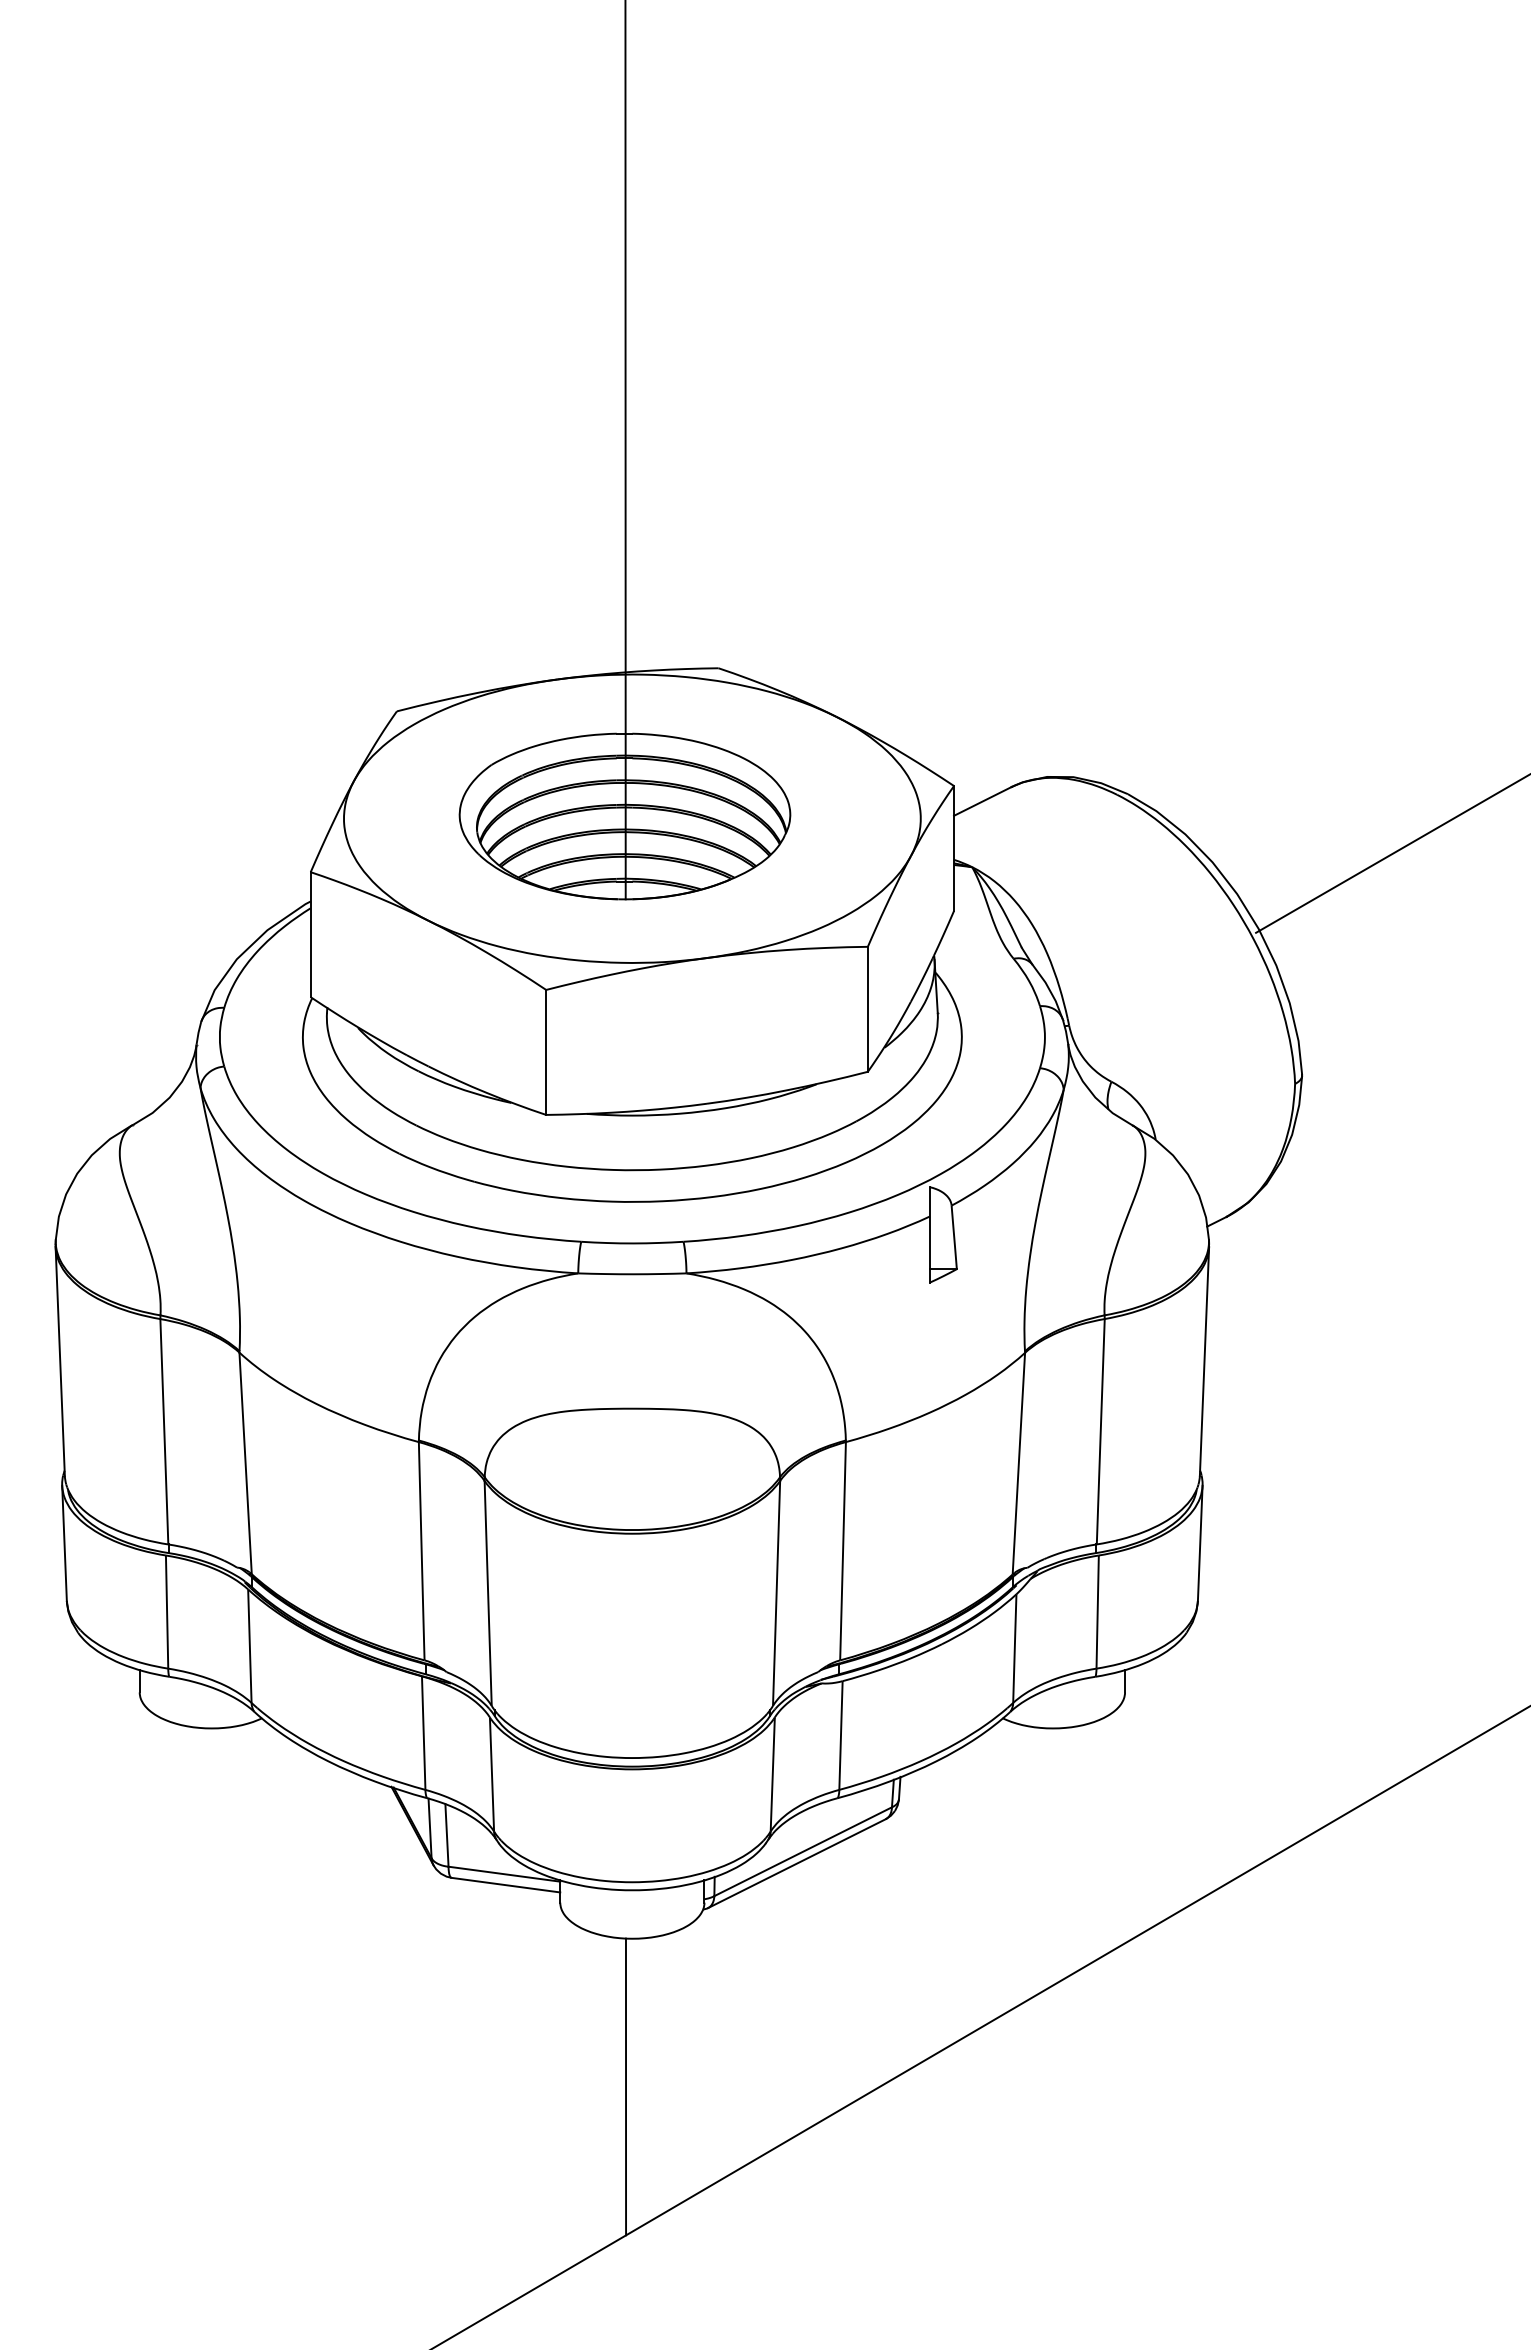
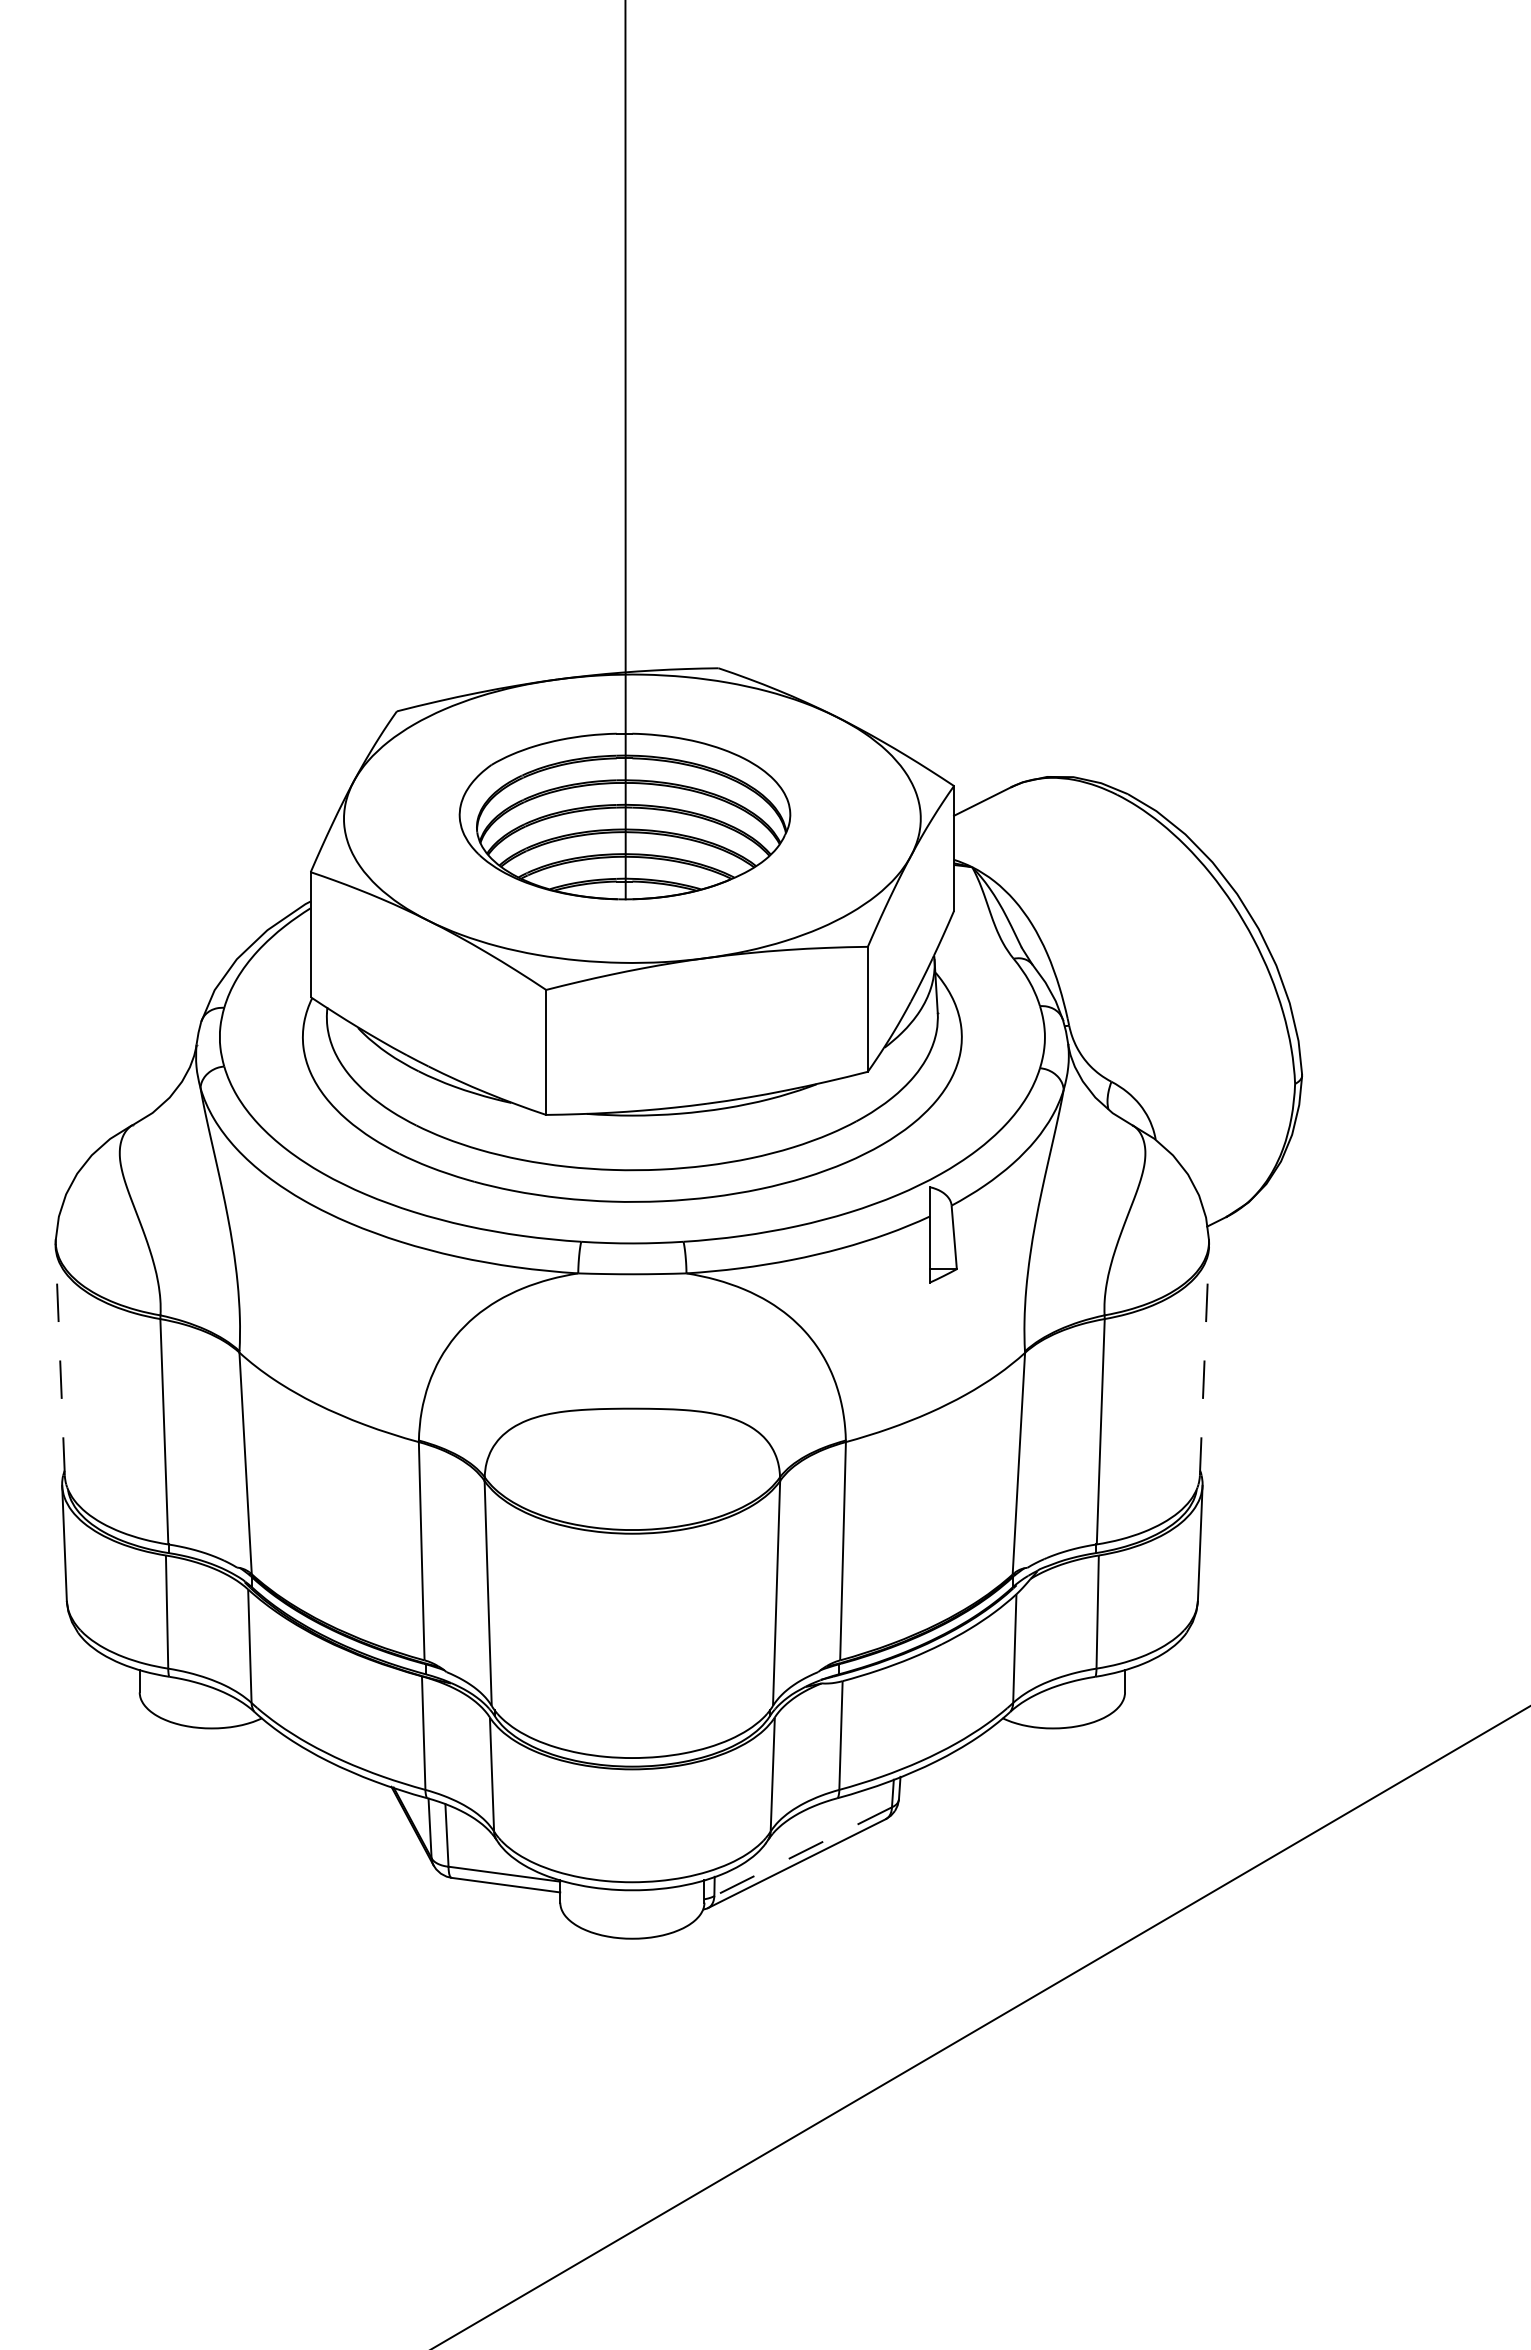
line at (1391, 853): present -> none
line at (60, 1361): solid -> dashed
line at (1204, 1361): solid -> dashed
line at (802, 1851): solid -> dashed
line at (625, 2086): present -> none
